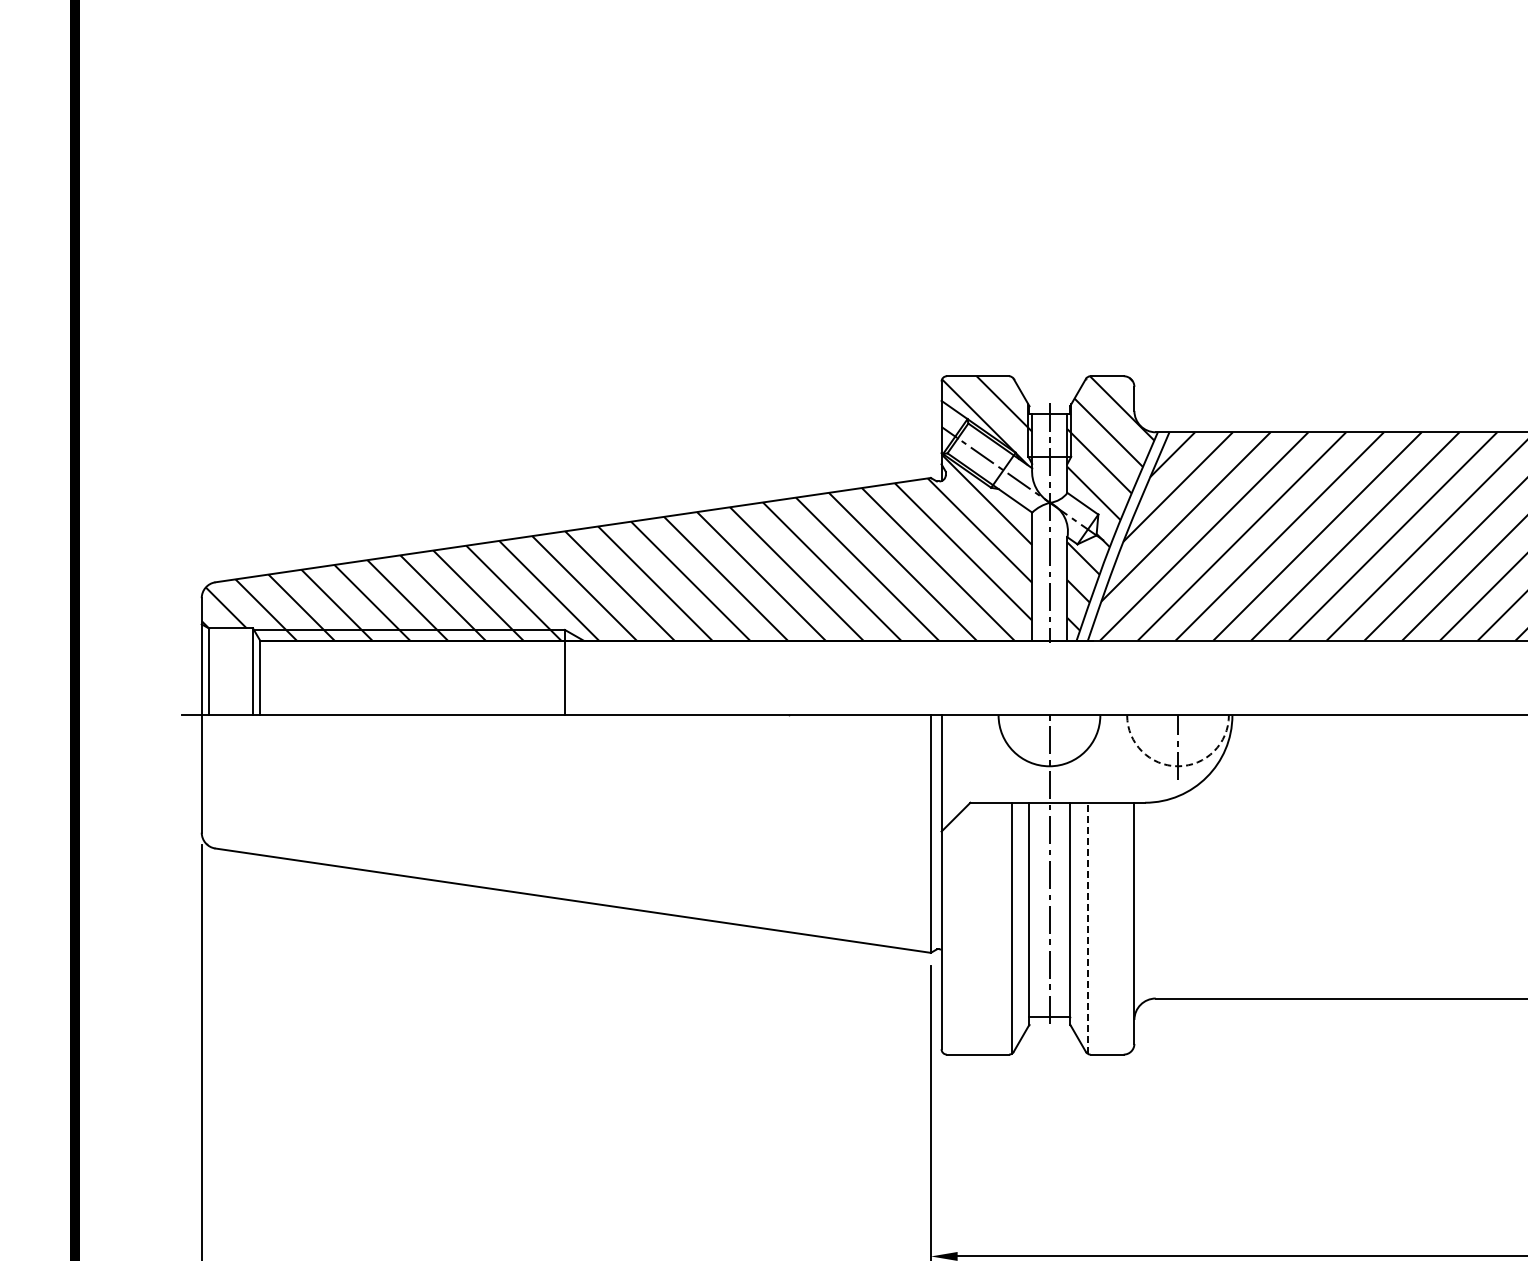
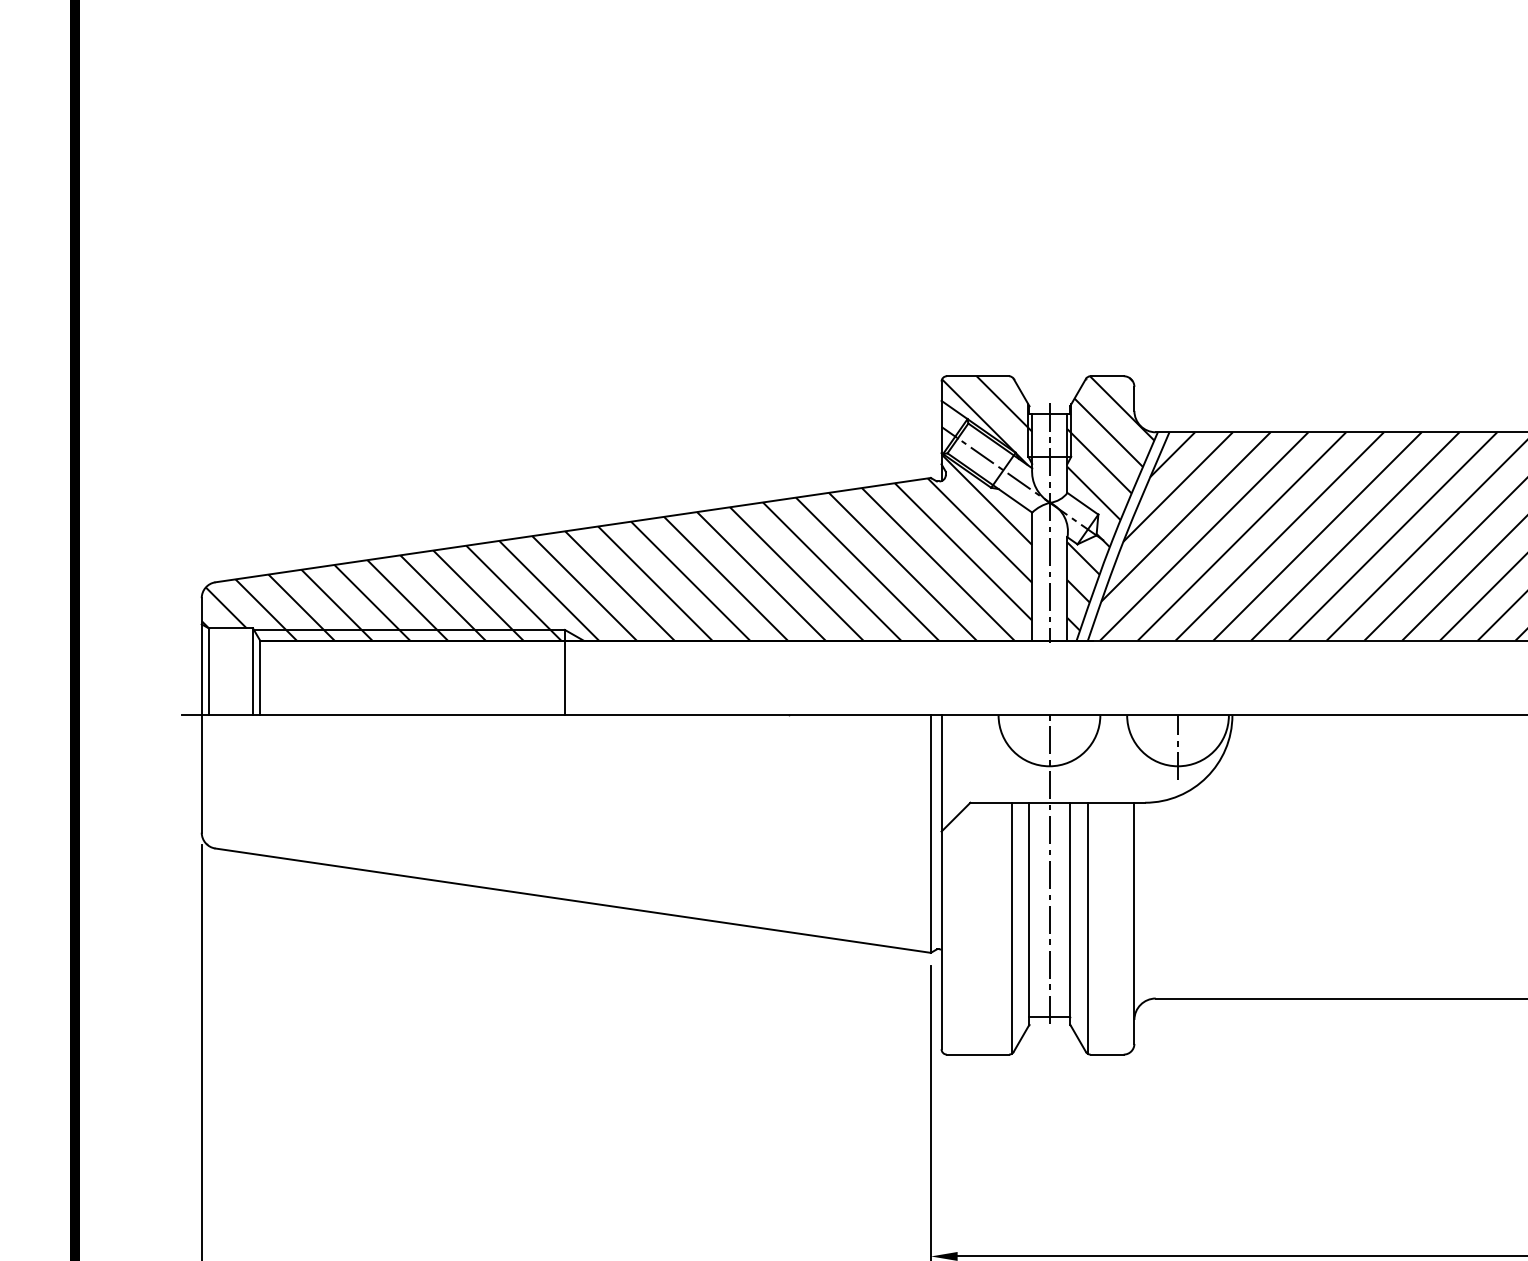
arc at (1178, 766): dashed -> solid
line at (1087, 927): dashed -> solid
